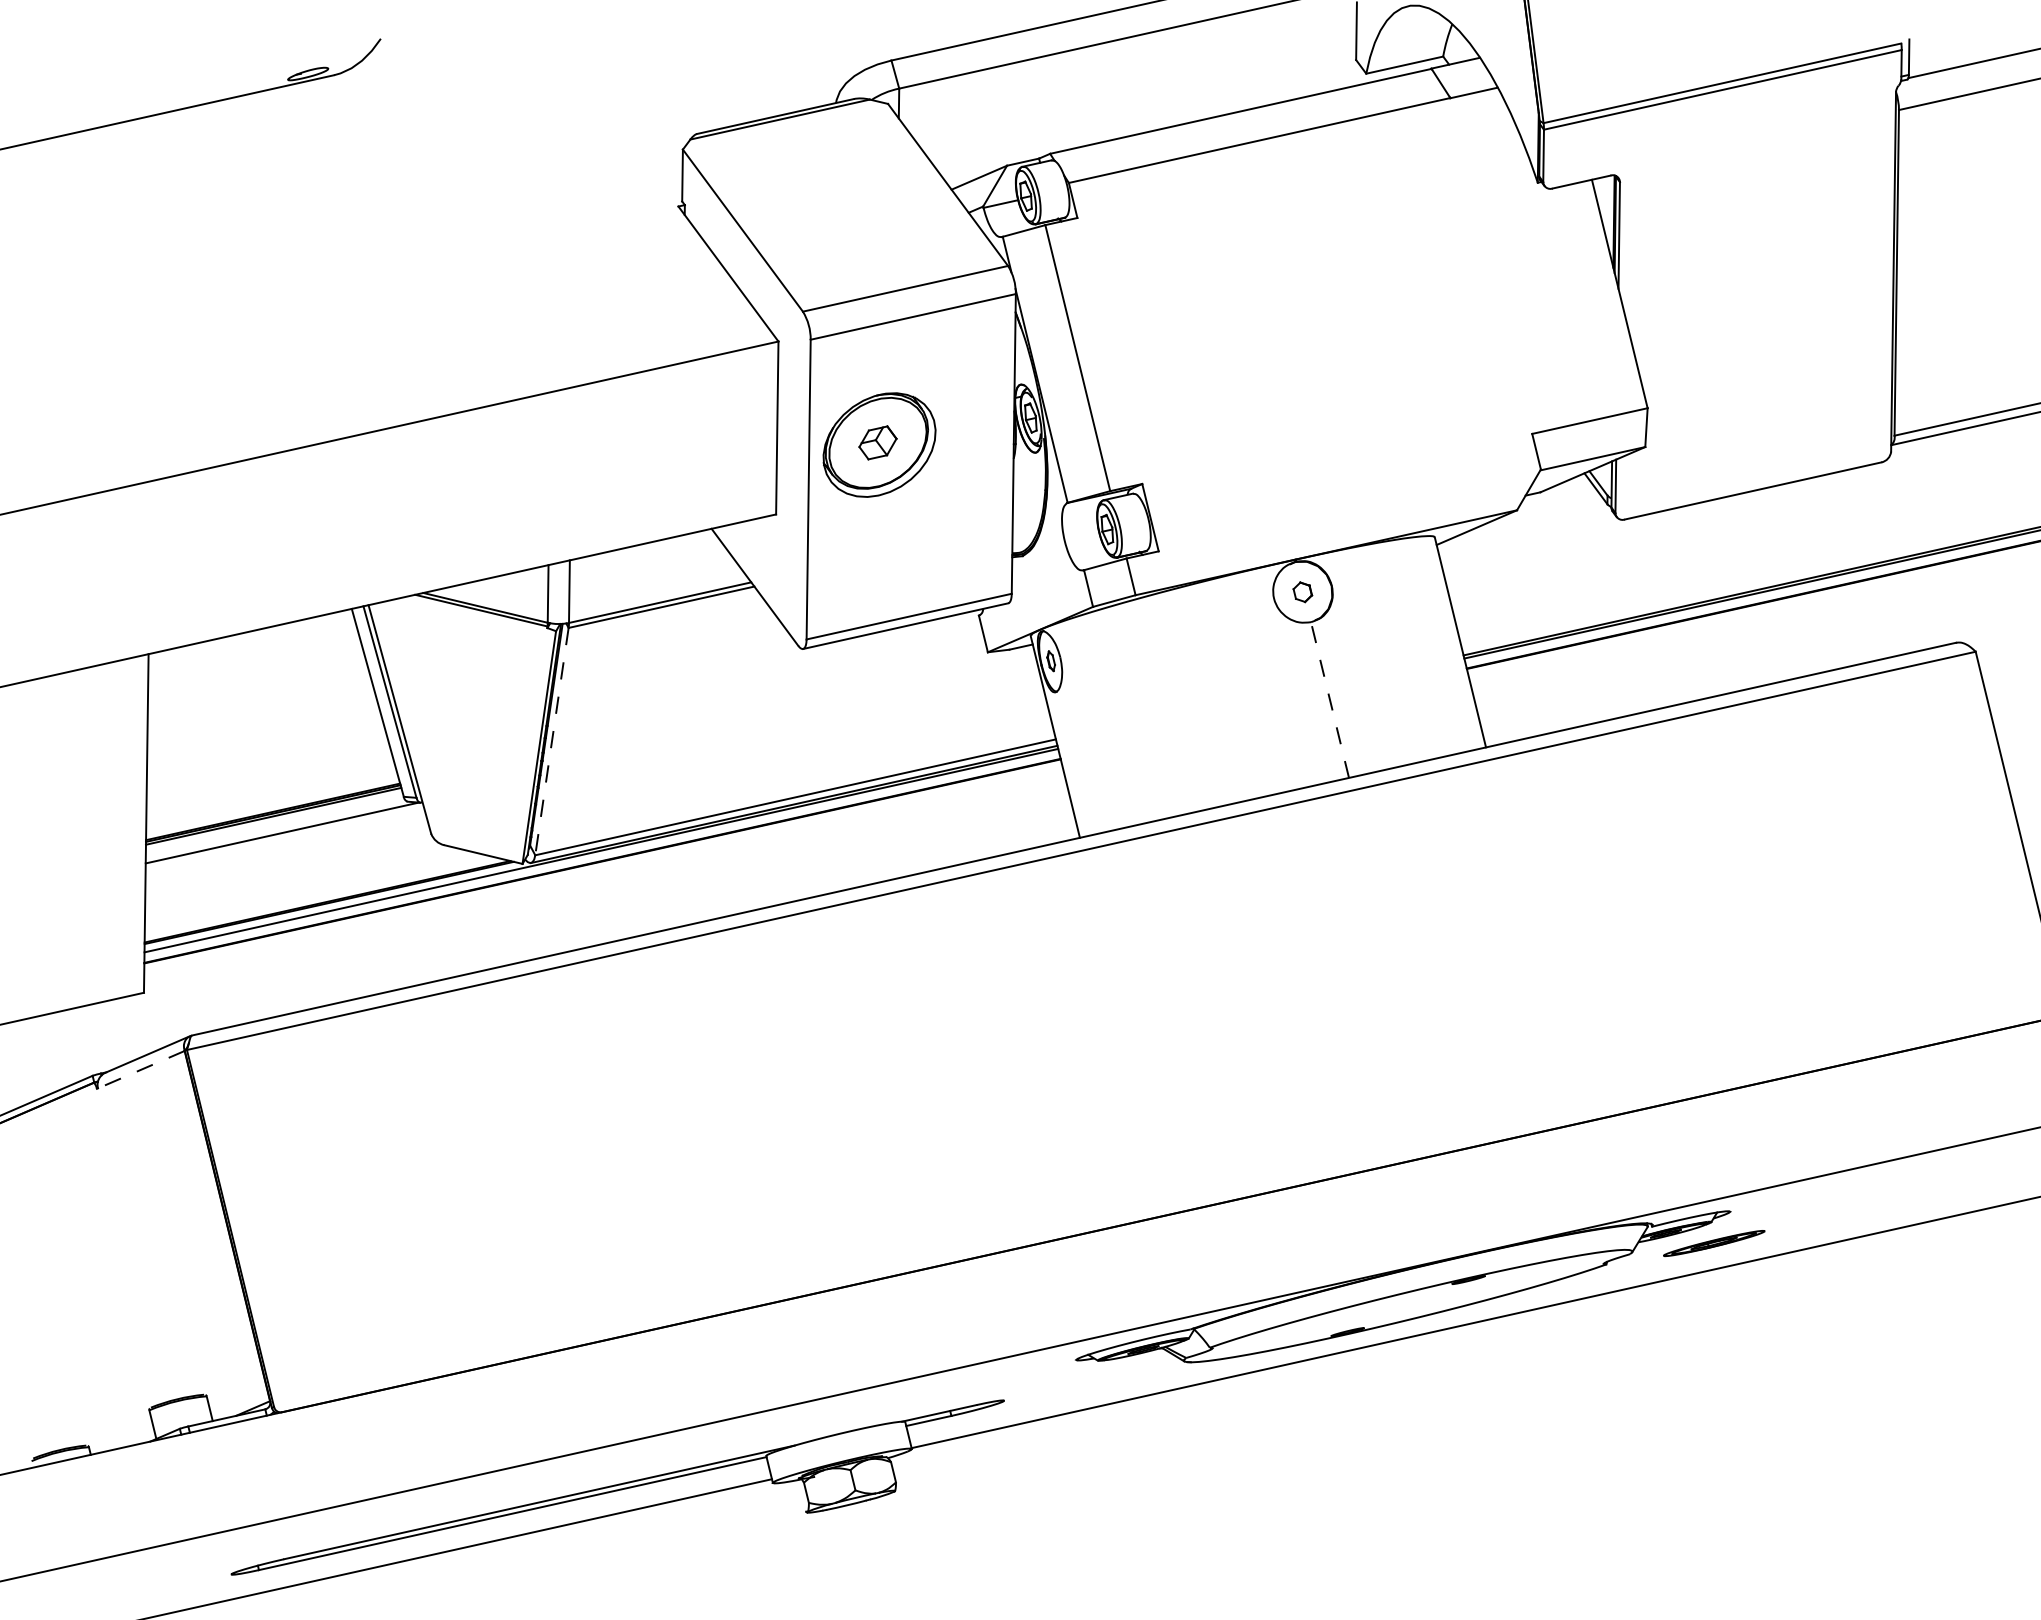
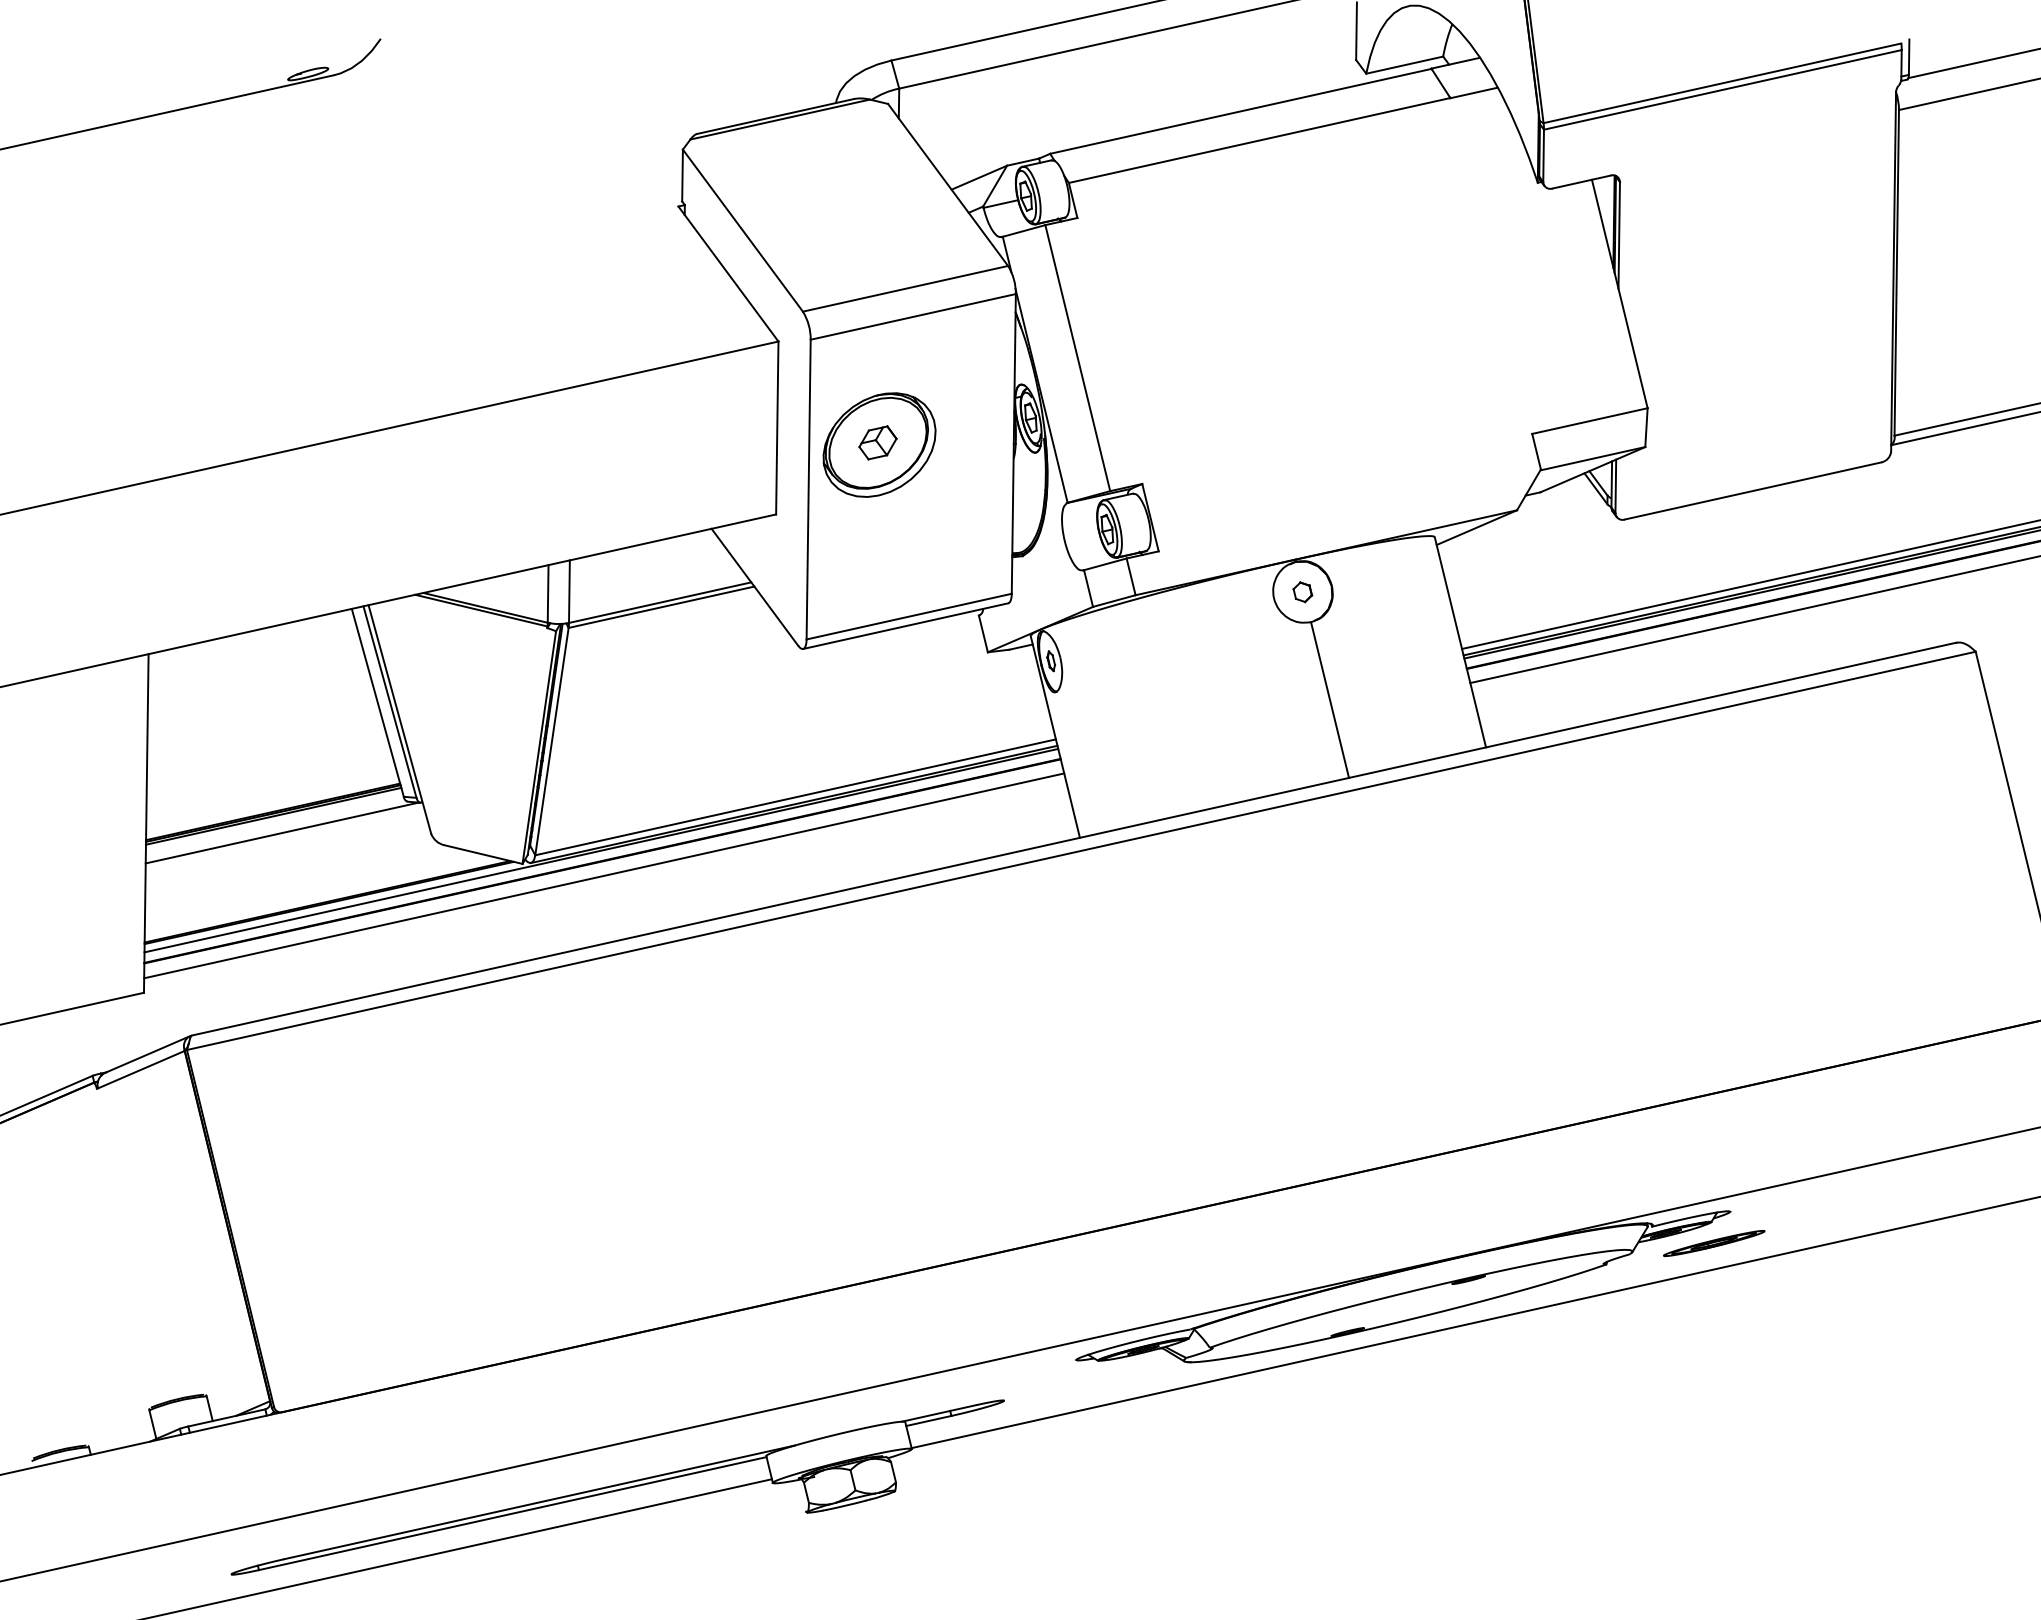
line at (1749, 584): none -> present
line at (1753, 619): none -> present
line at (1329, 699): dashed -> solid
line at (551, 741): dashed -> solid
line at (604, 875): none -> present
line at (140, 1069): dashed -> solid
